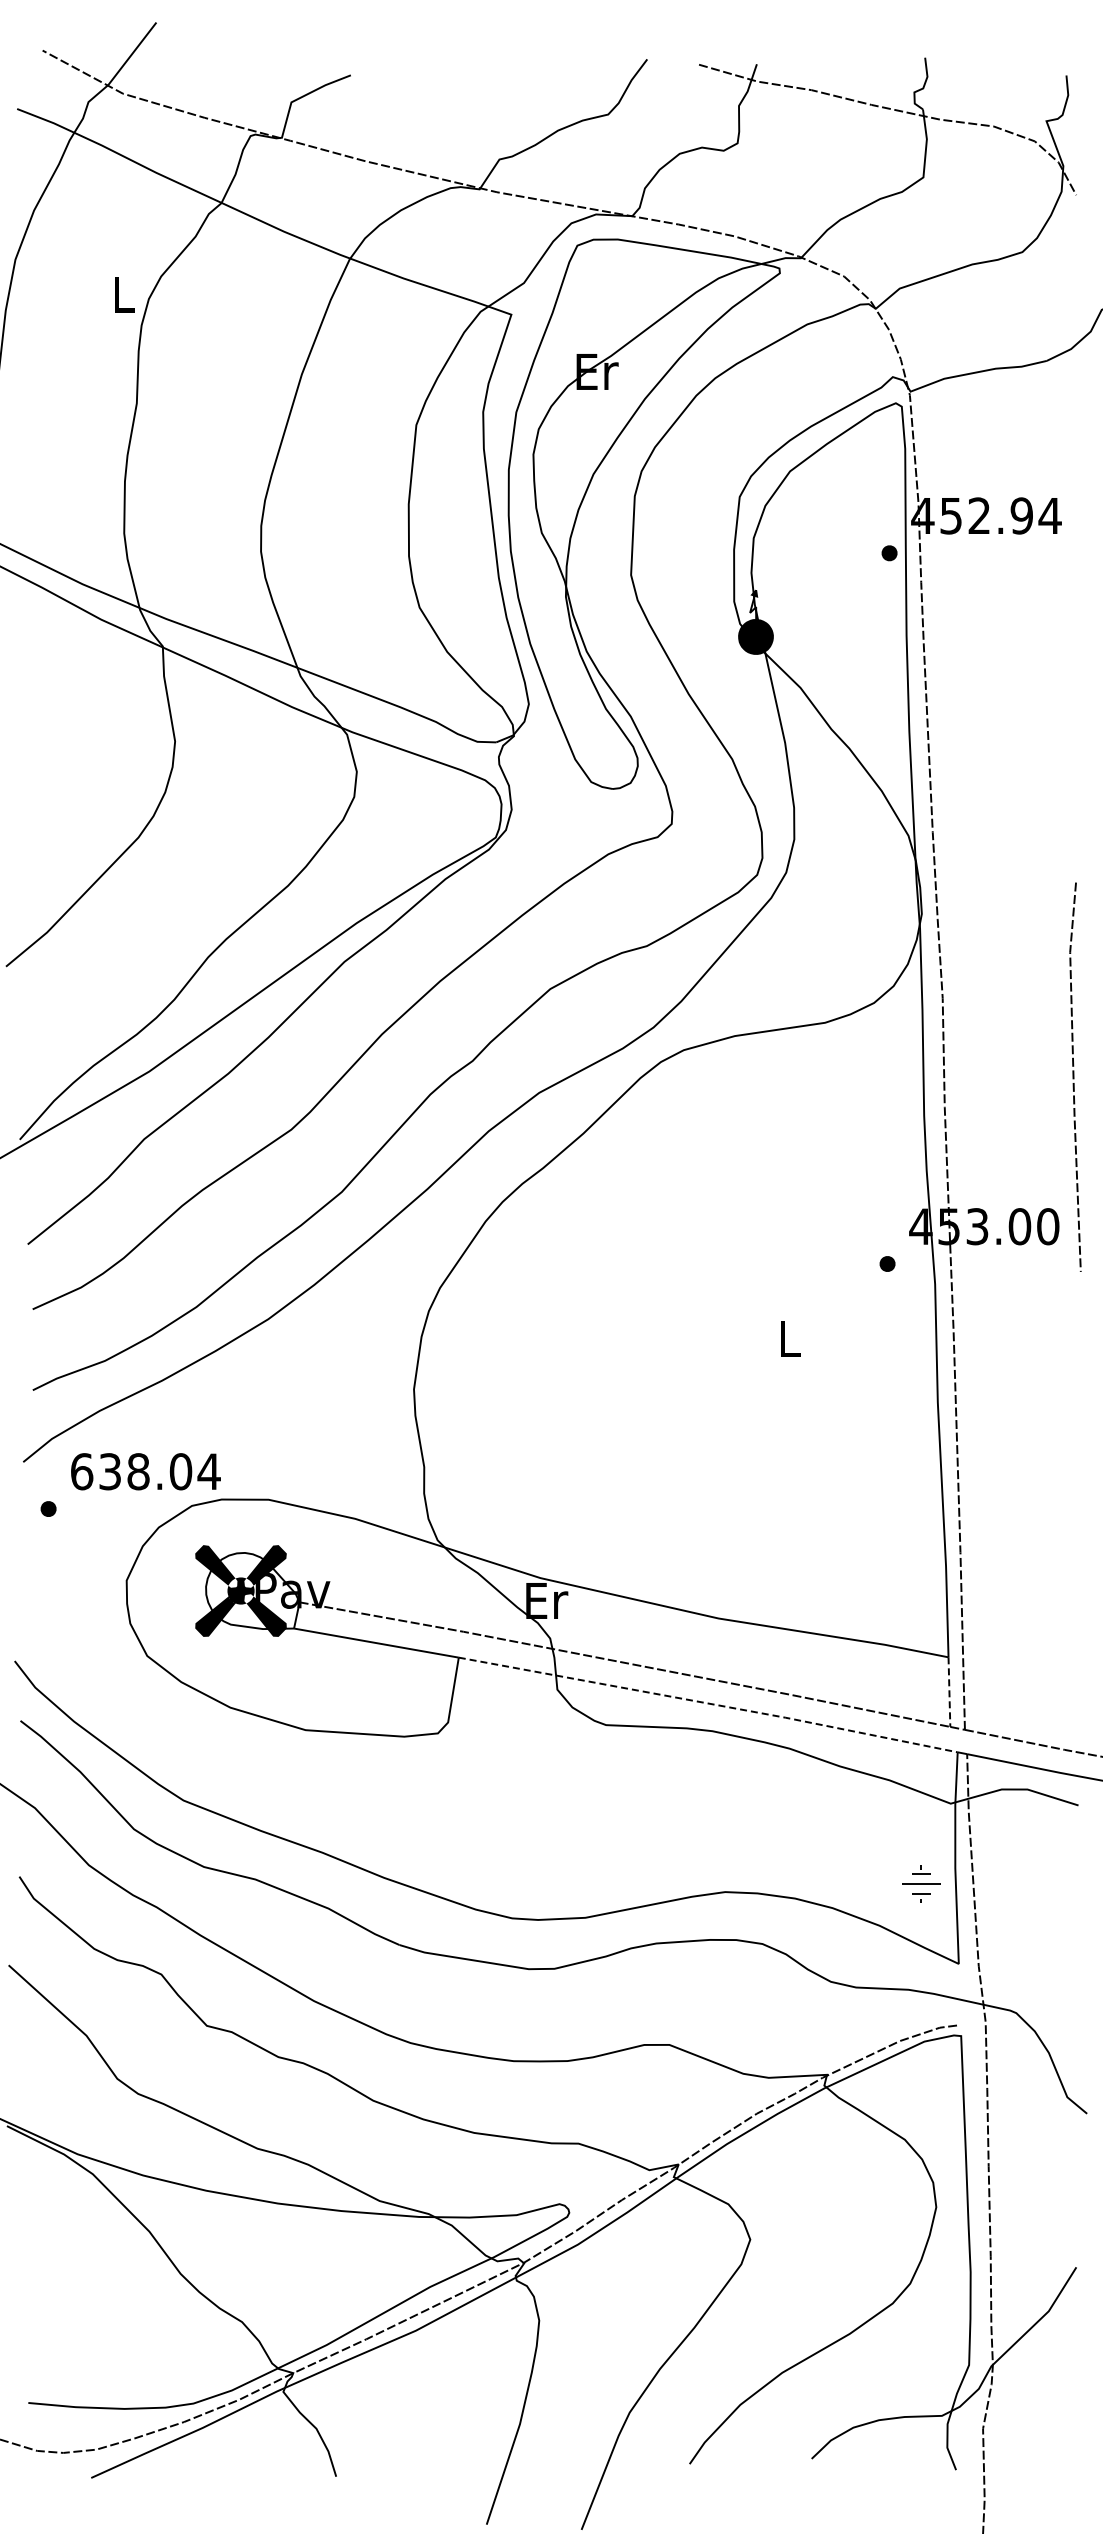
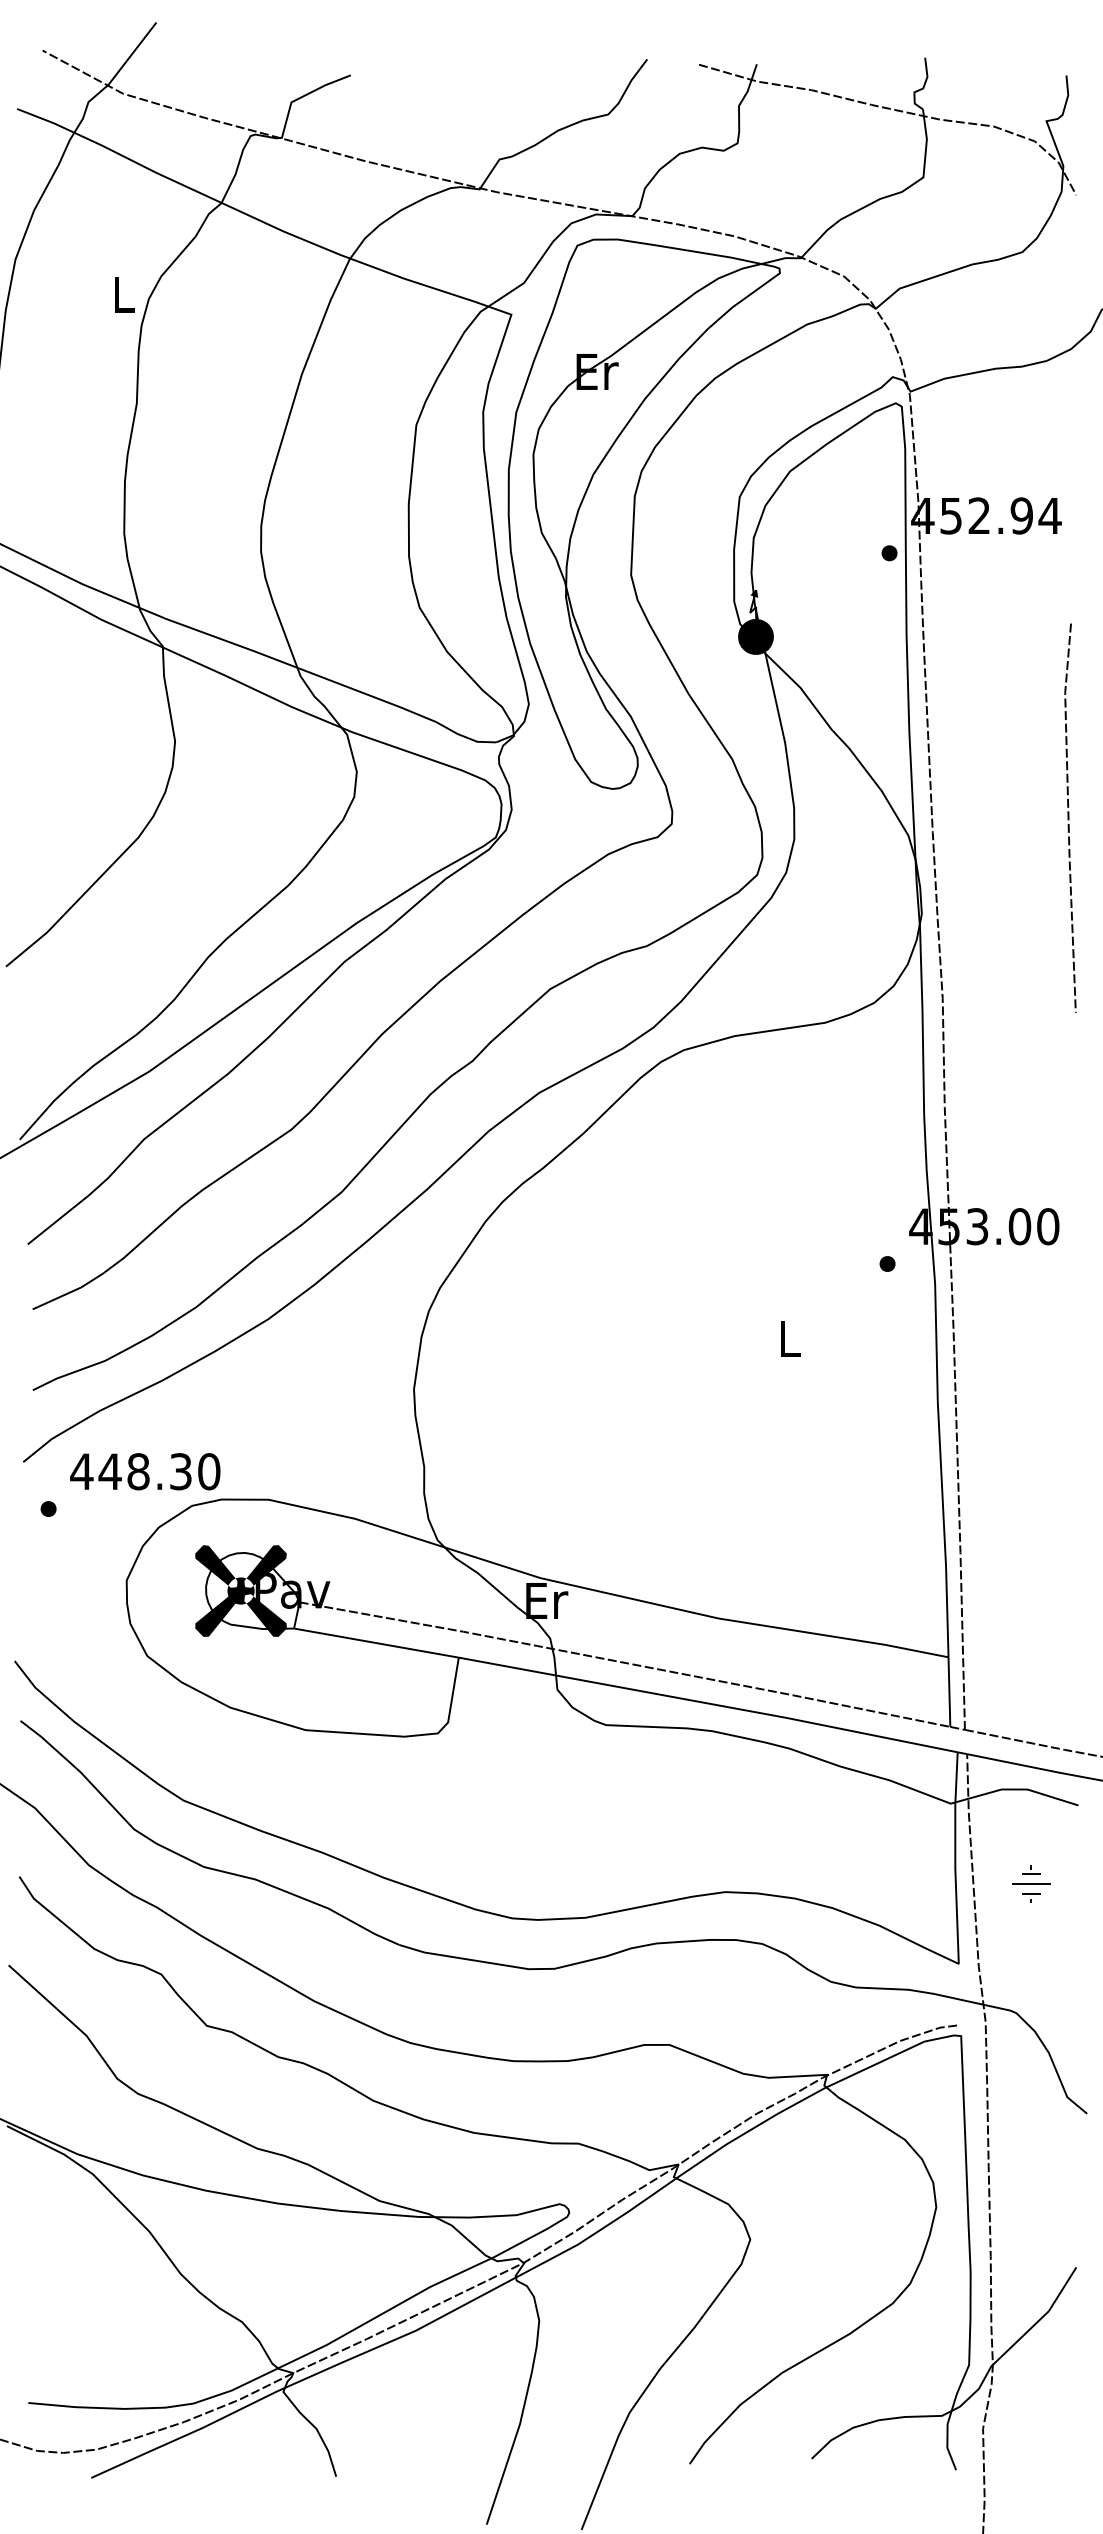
line at (1074, 1076) position: (1074, 1076) -> (1069, 817)
text at (145, 1471): 638.04 -> 448.30
line at (949, 1692): dashed -> solid
line at (709, 1703): dashed -> solid
part at (921, 1883) position: (921, 1883) -> (1031, 1883)
